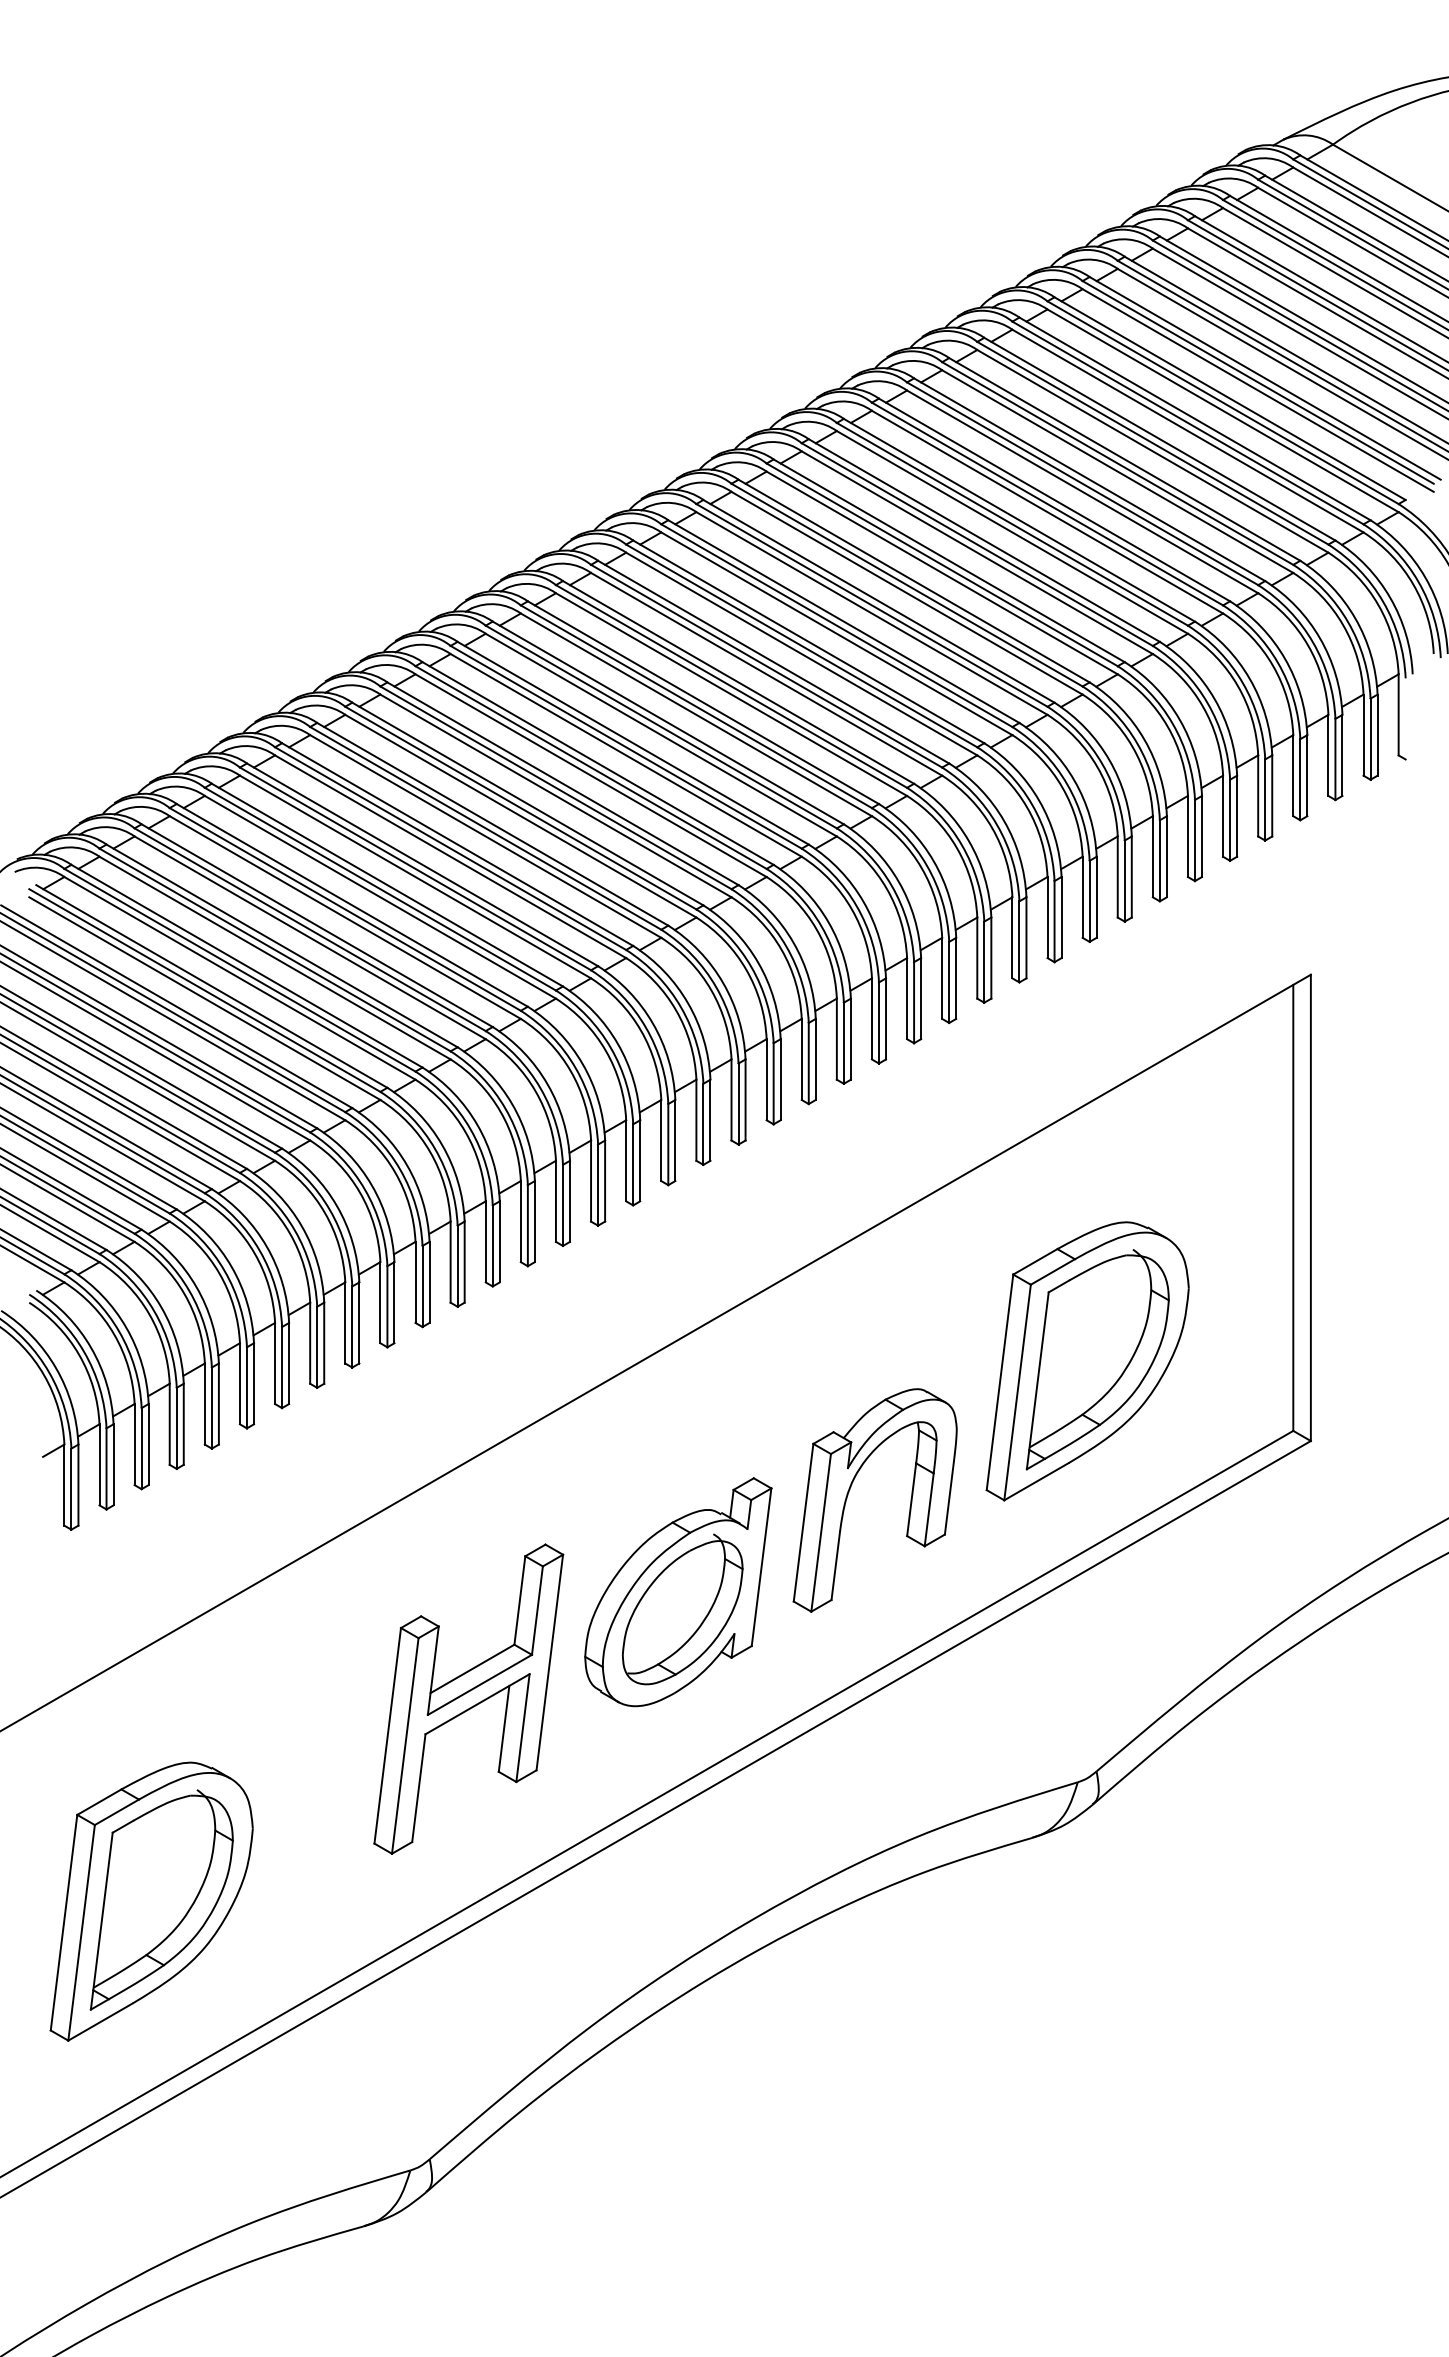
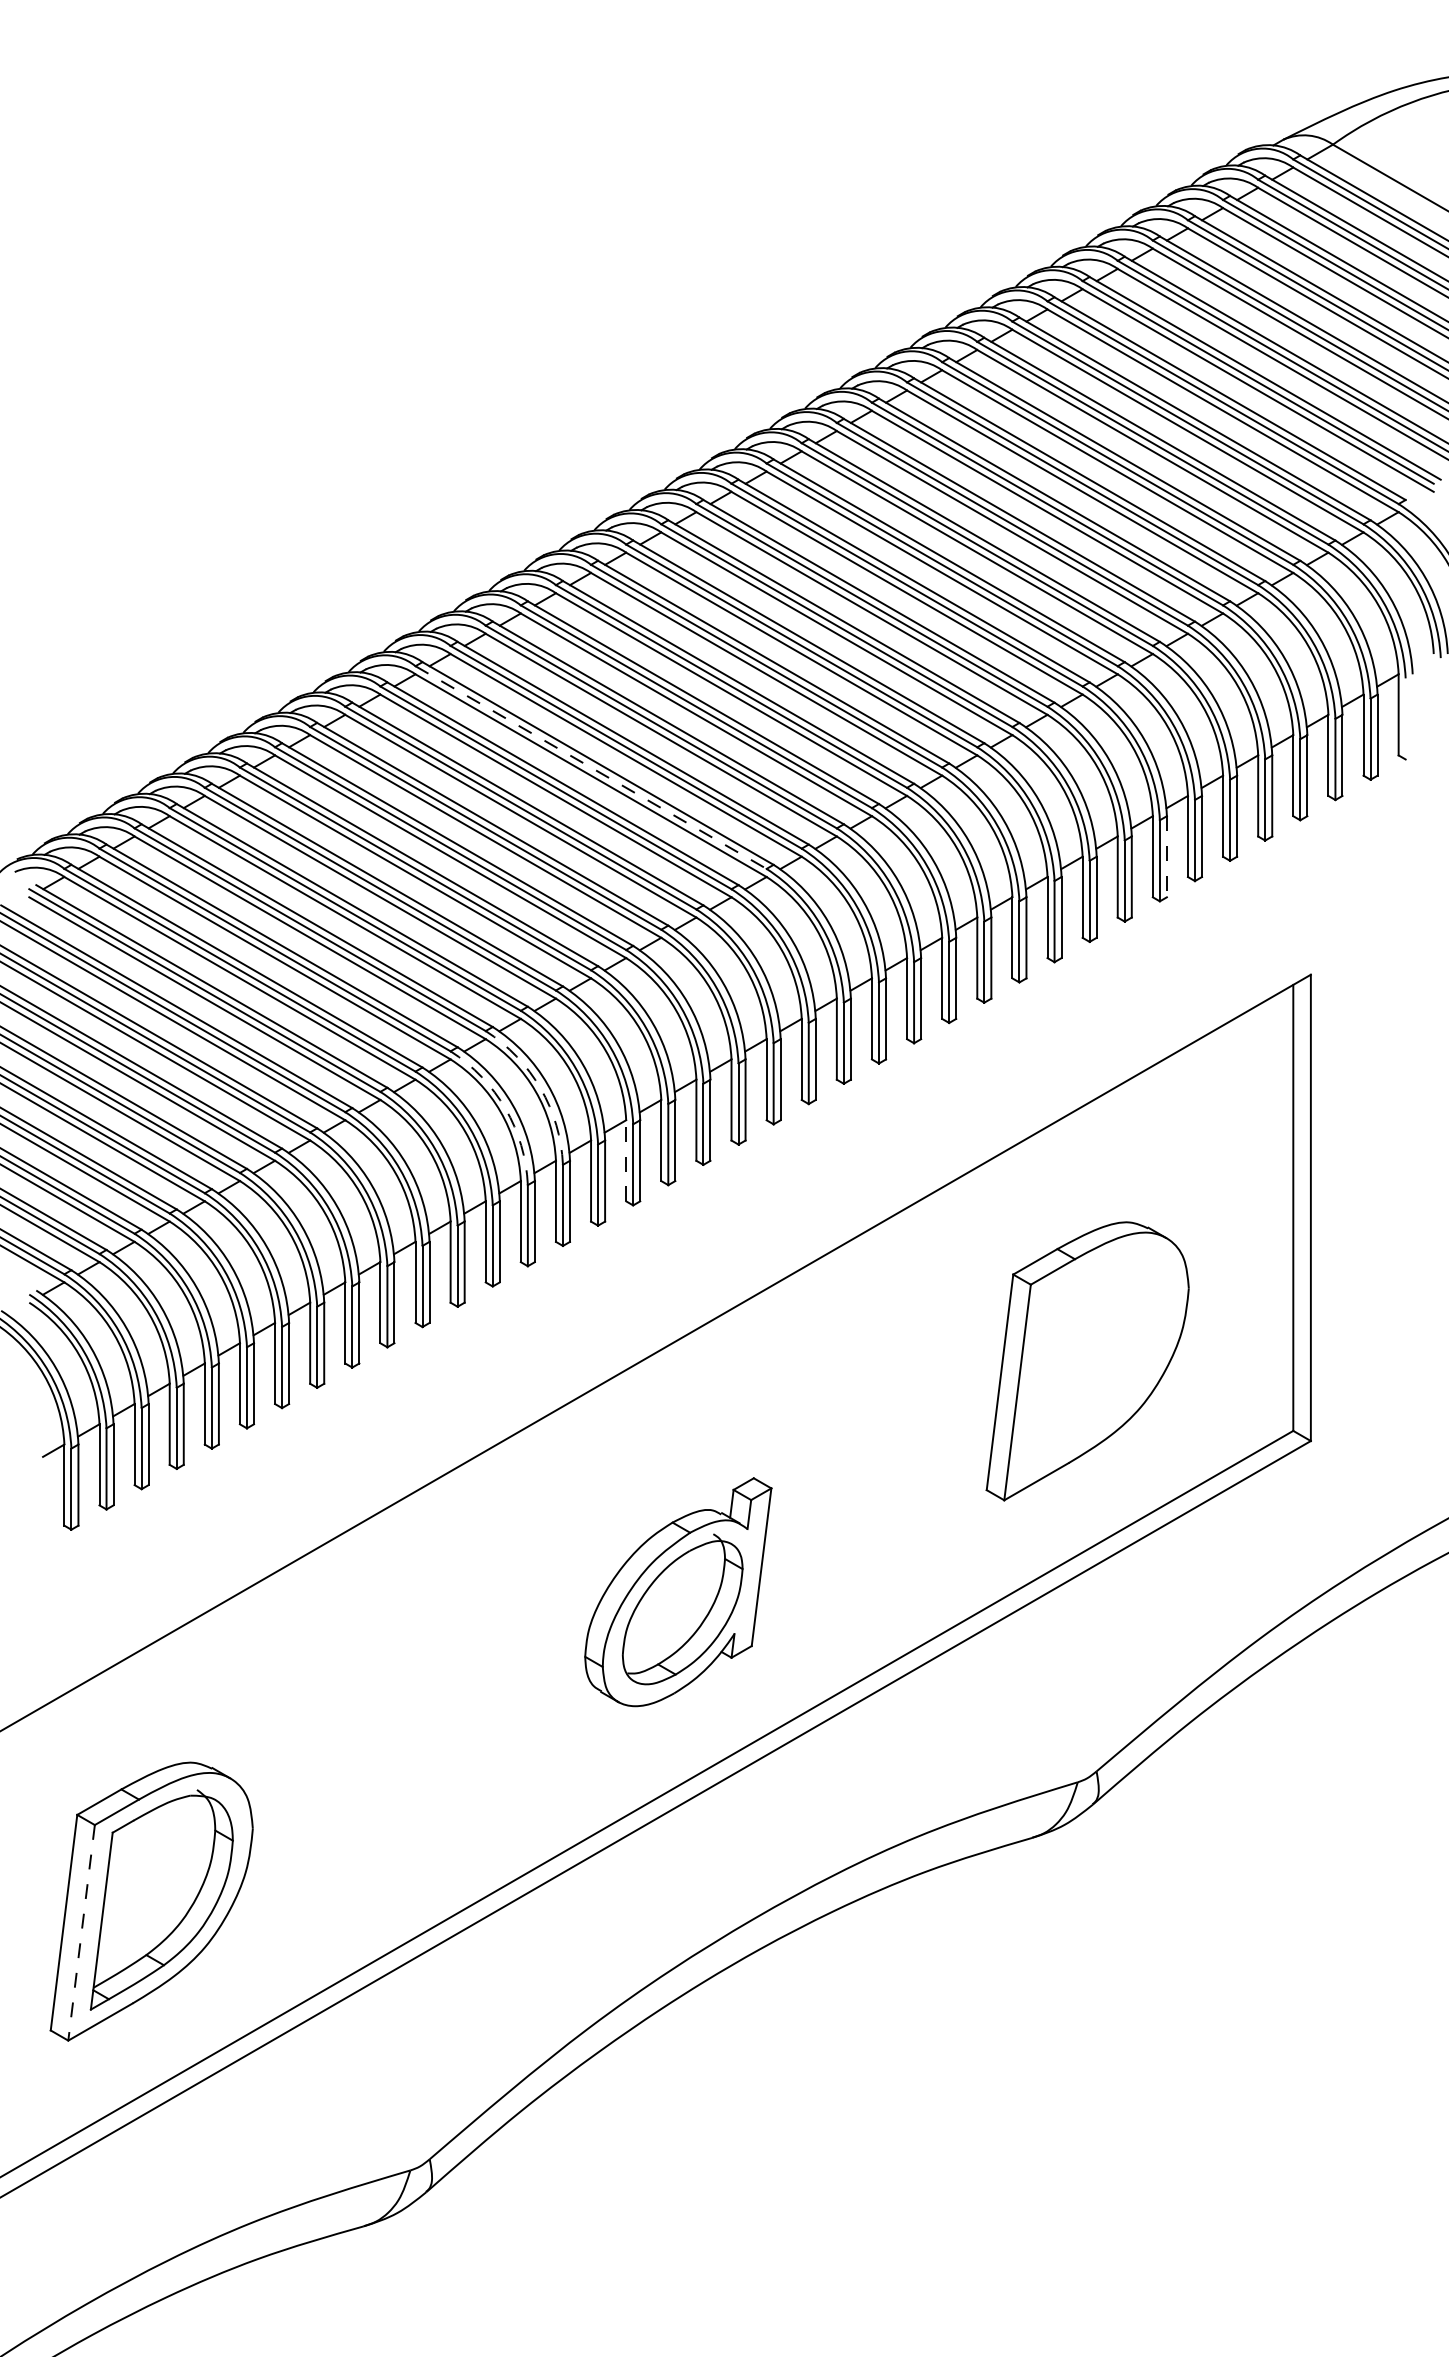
line at (591, 767): solid -> dashed
line at (1166, 856): solid -> dashed
arc at (540, 1088): solid -> dashed
arc at (505, 1108): solid -> dashed
line at (626, 1160): solid -> dashed
part at (1097, 1359): present -> none
part at (849, 1492): present -> none
part at (468, 1698): present -> none
line at (81, 1932): solid -> dashed
